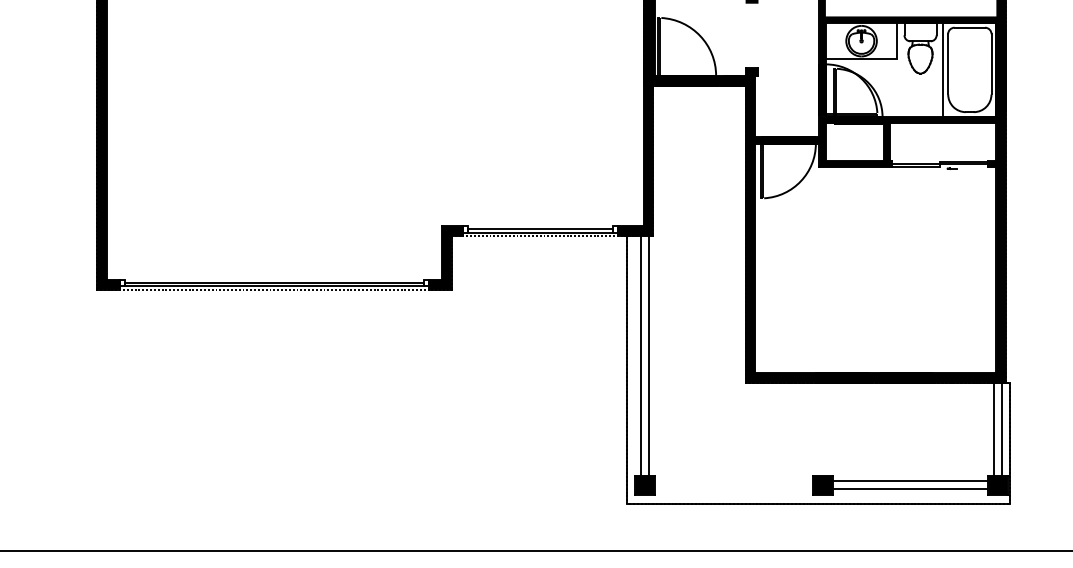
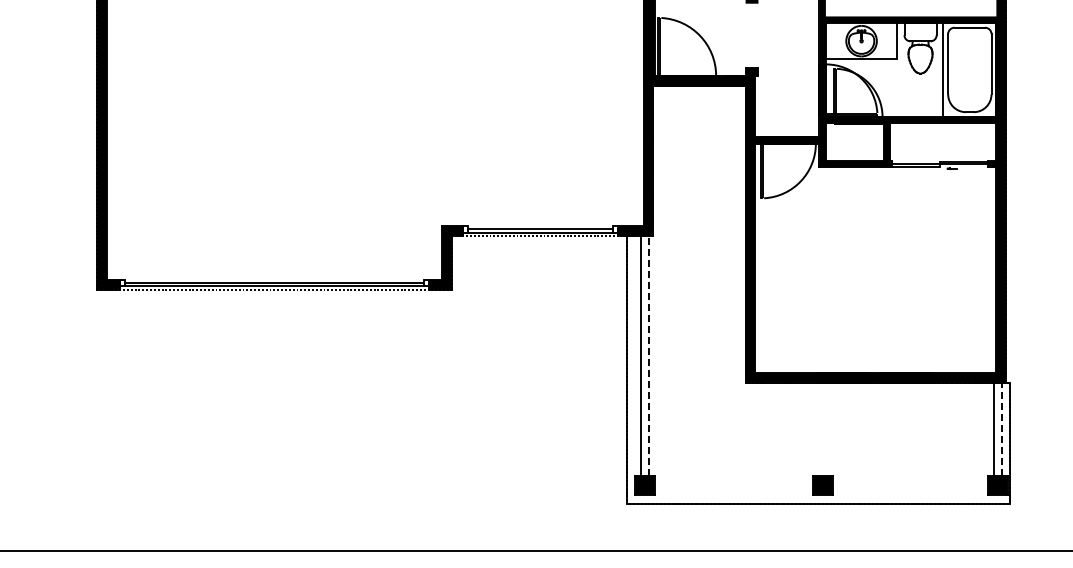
line at (649, 355): solid -> dashed
line at (1001, 428): solid -> dashed
line at (910, 481): present -> none
line at (910, 489): present -> none
